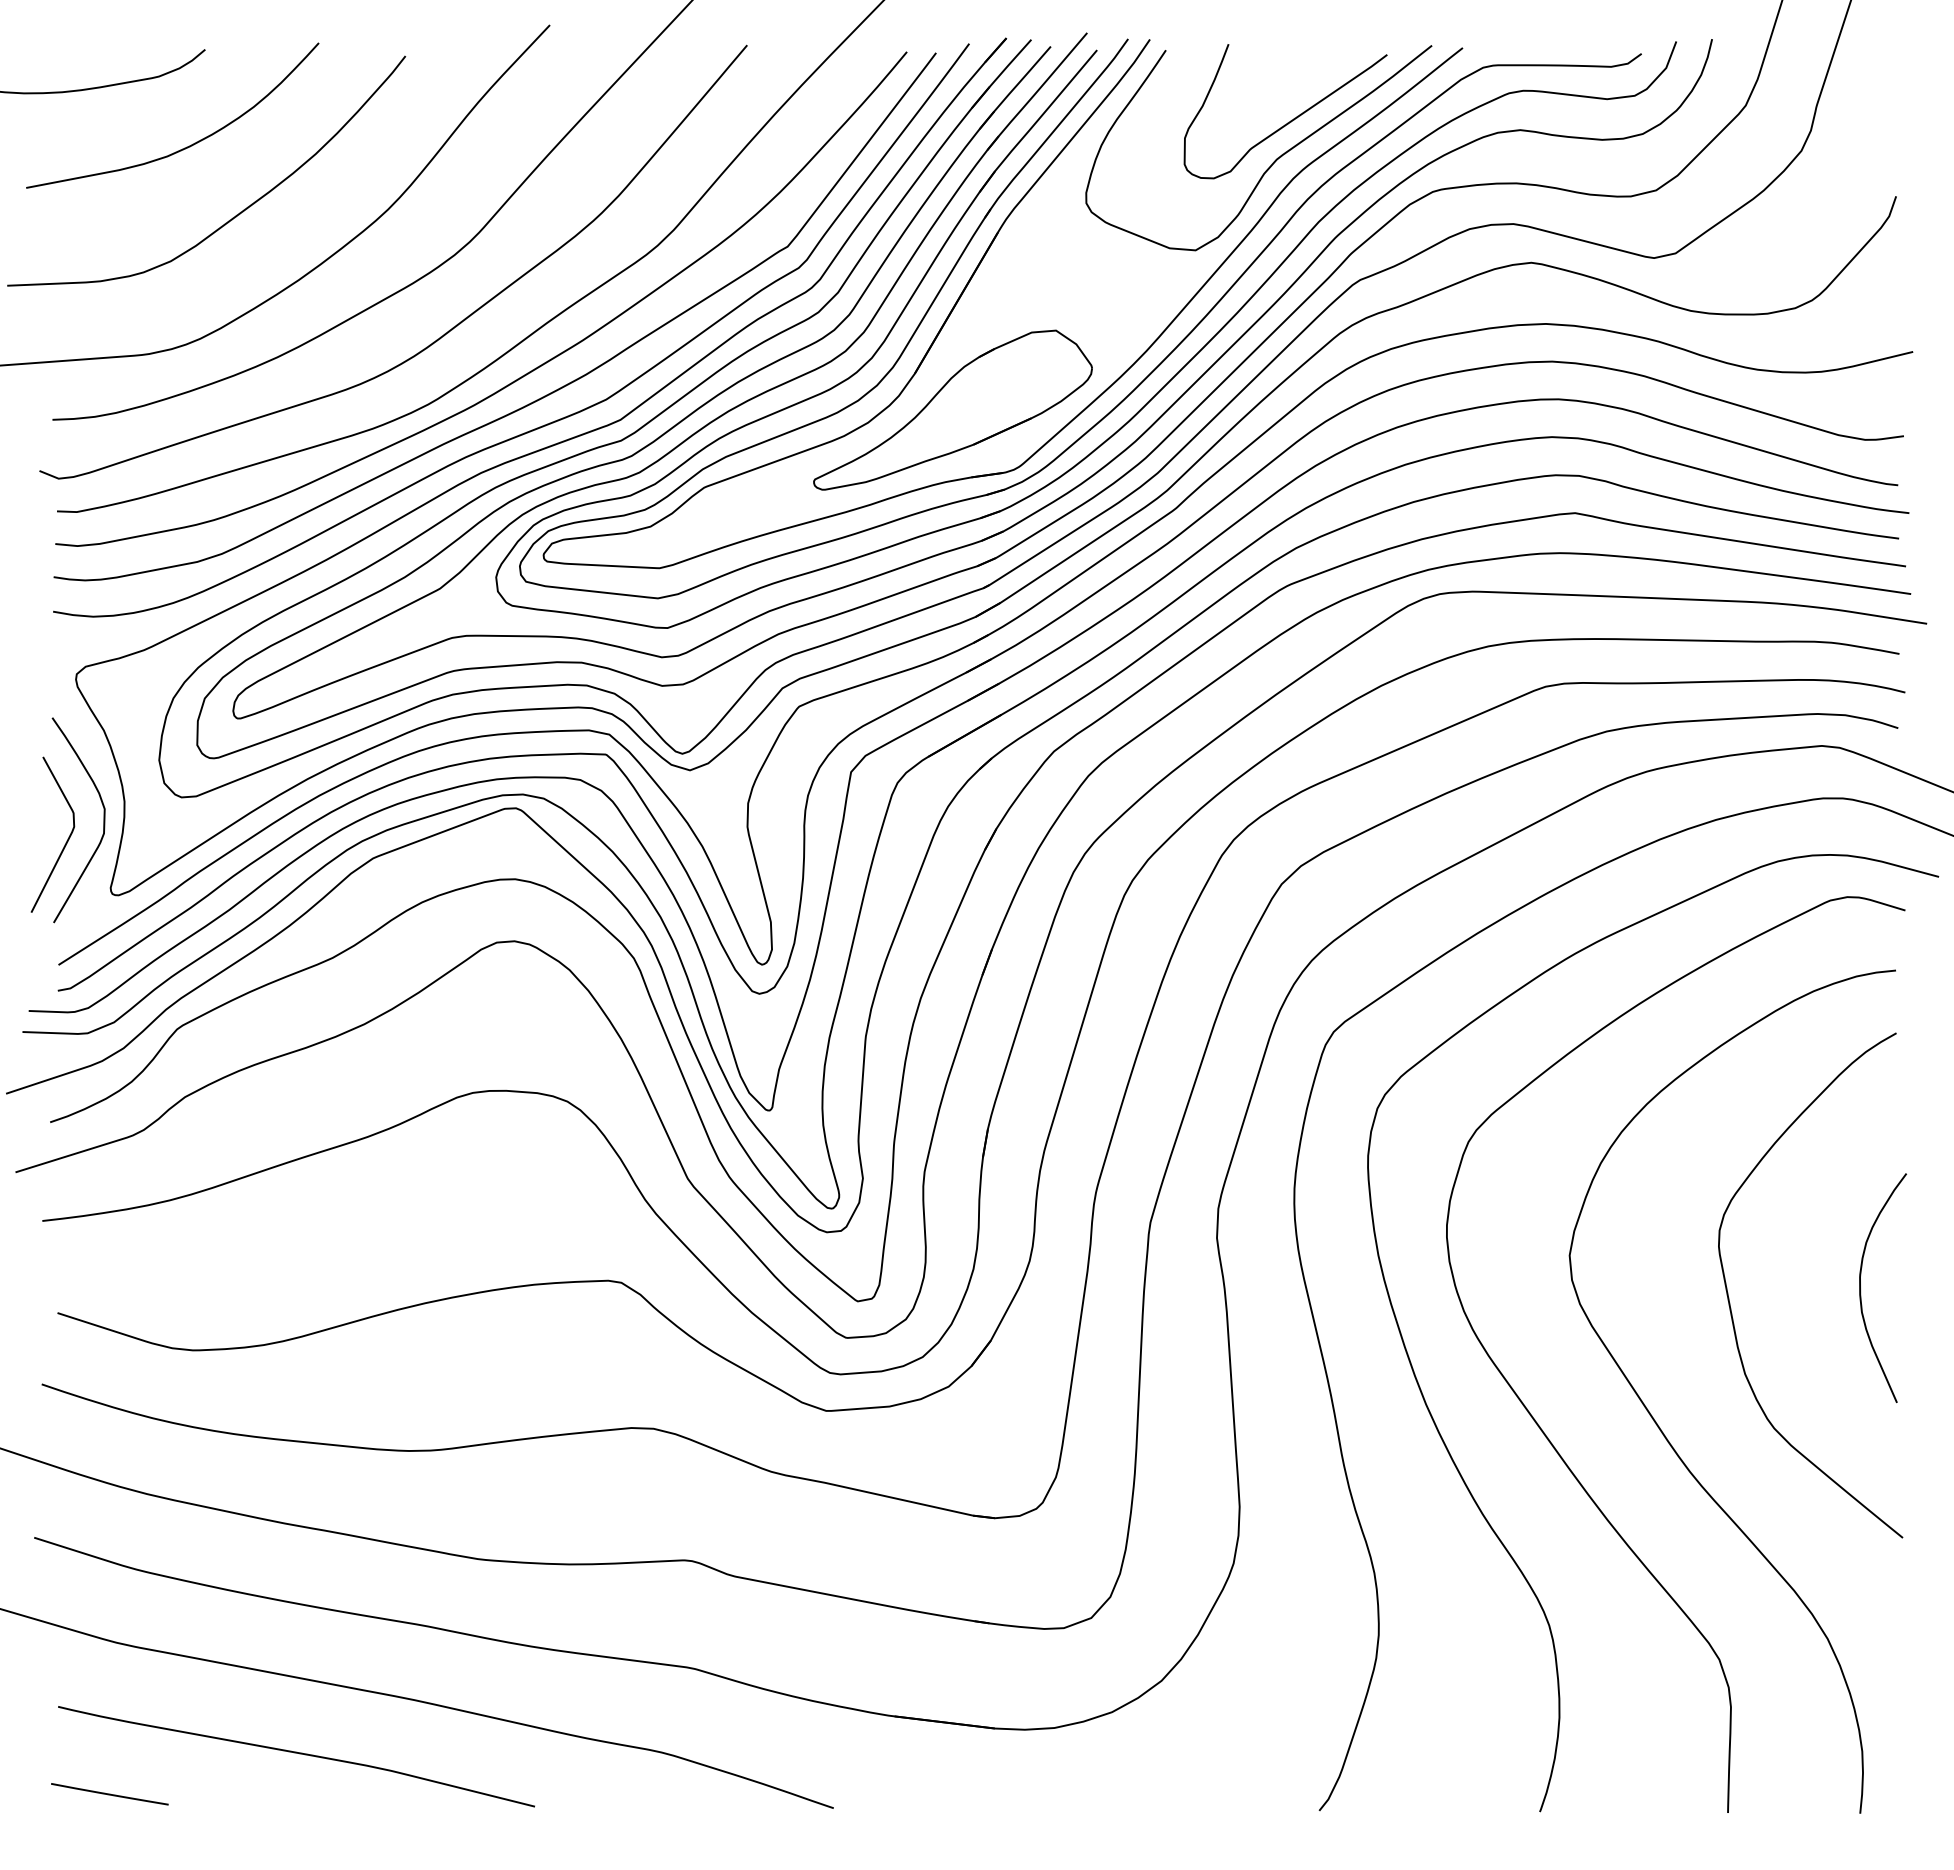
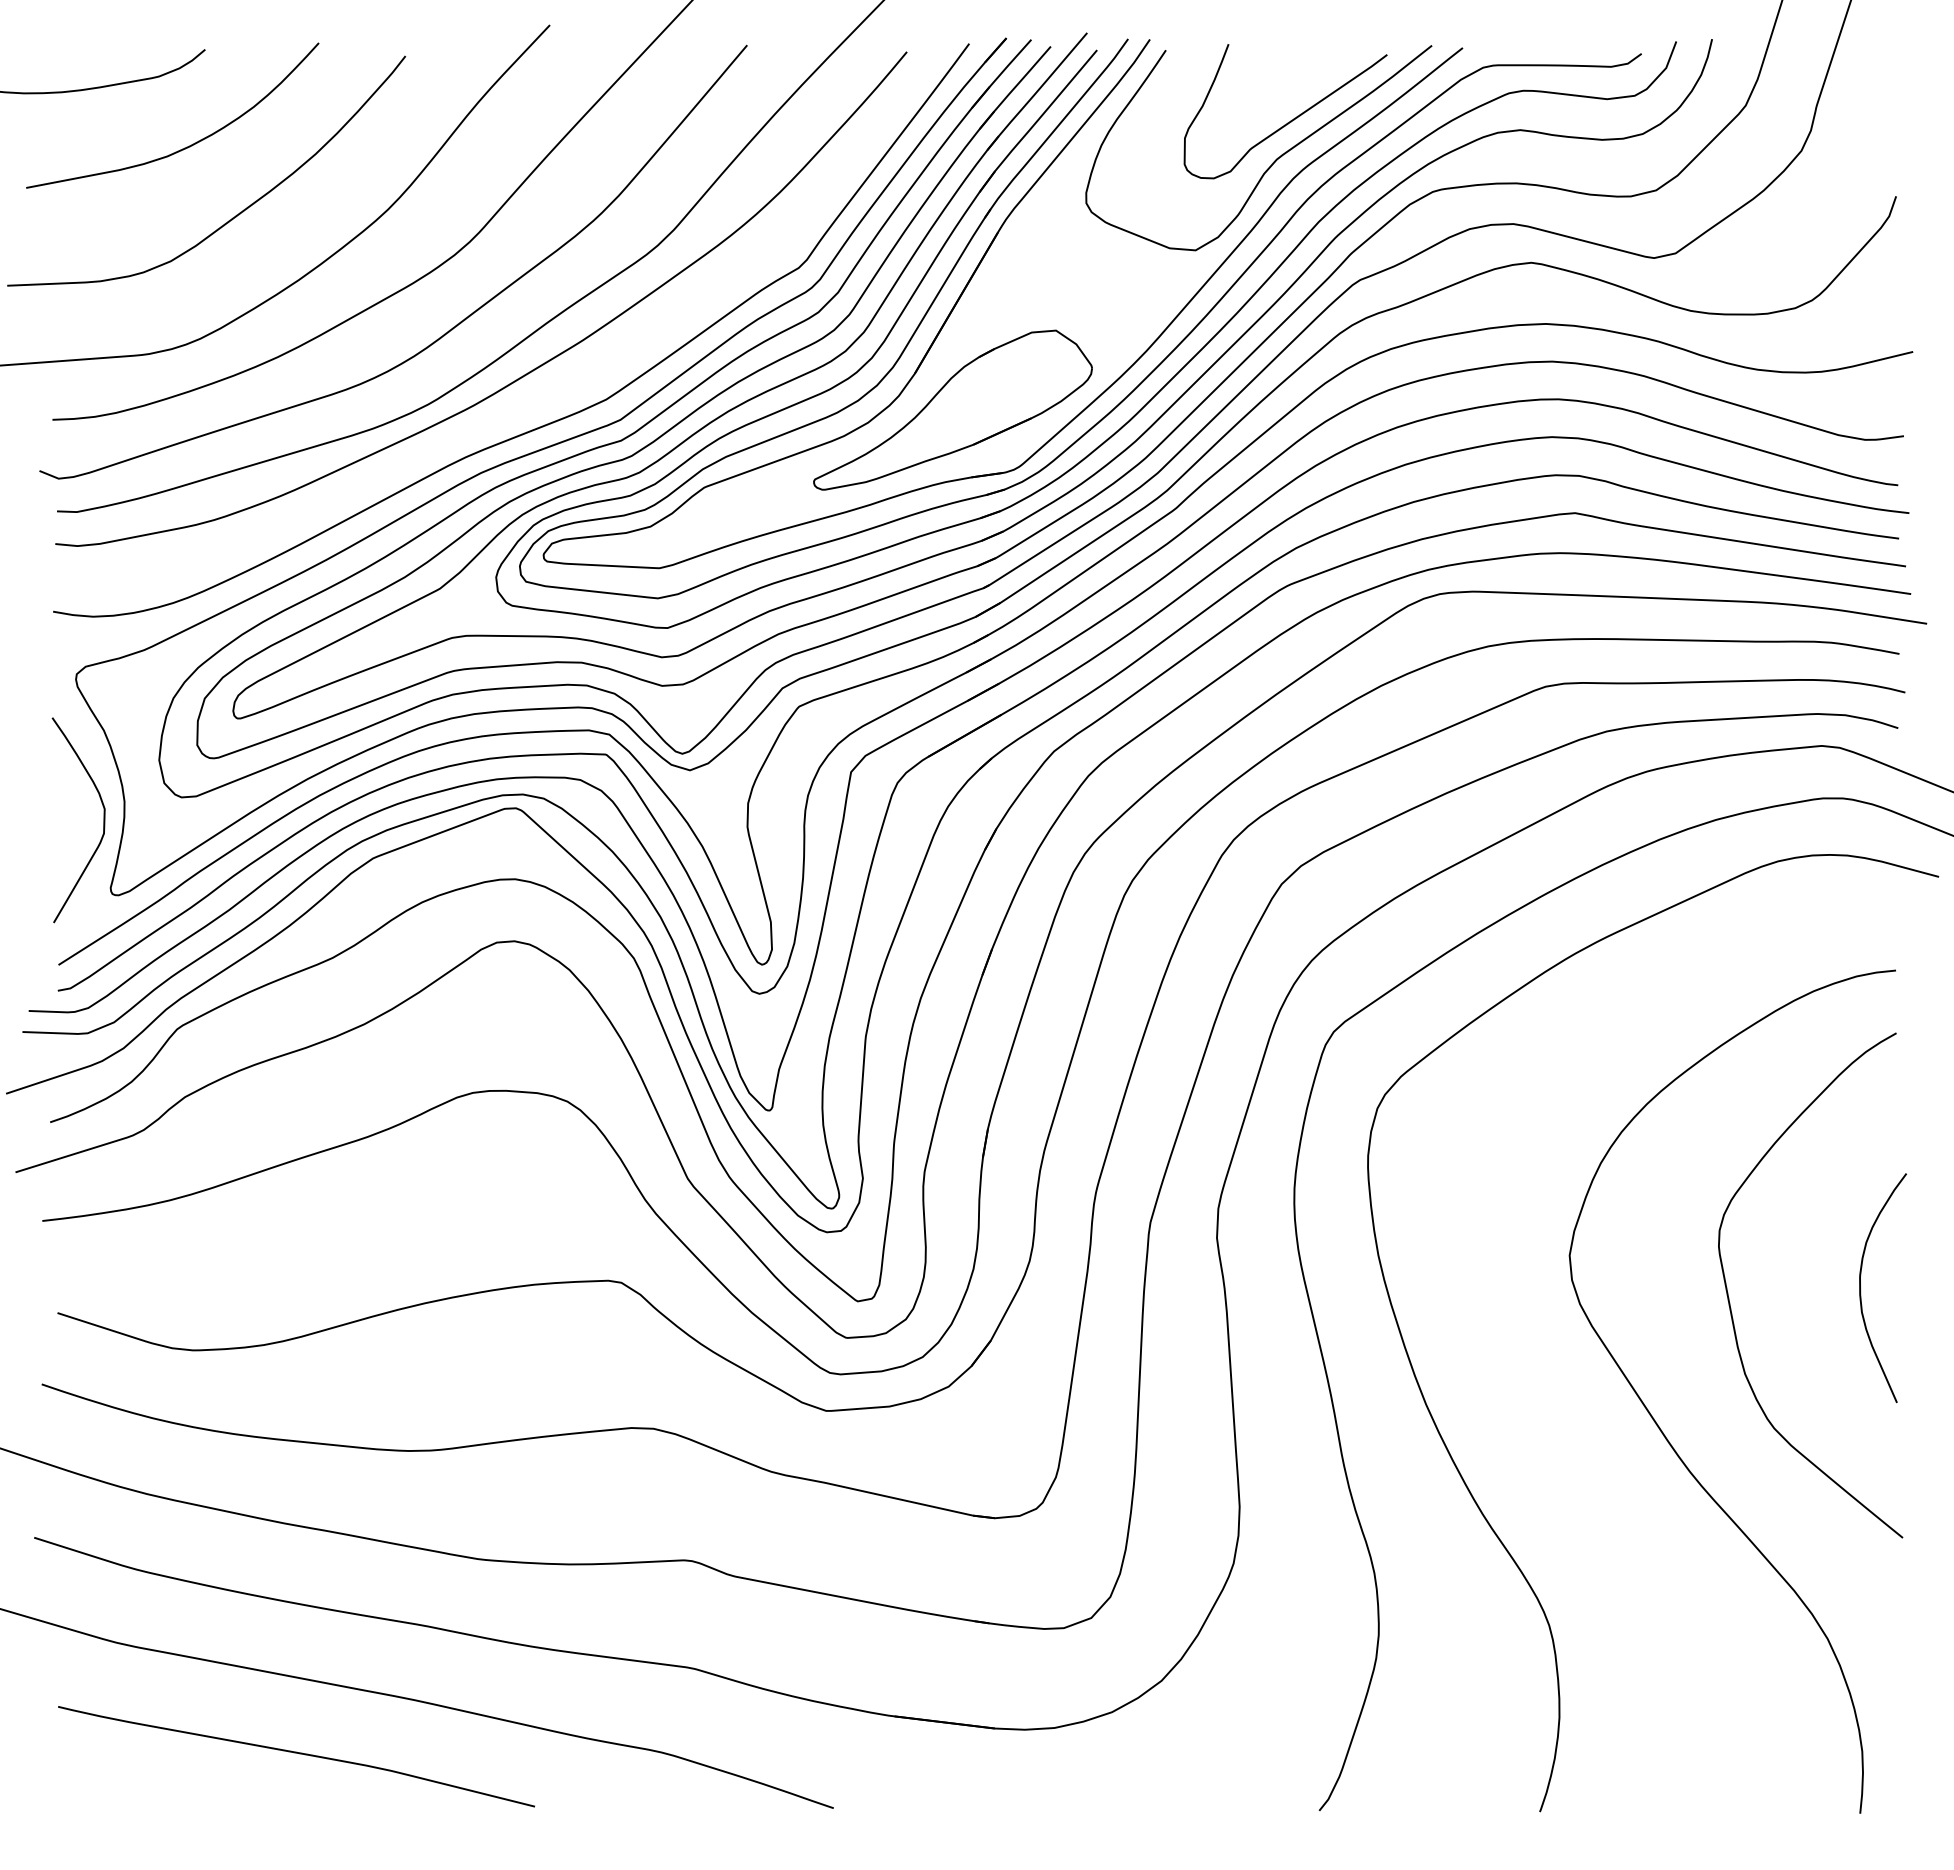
curve at (536, 399): present -> none
curve at (66, 840): present -> none
curve at (1553, 1444): present -> none
line at (109, 1794): present -> none
